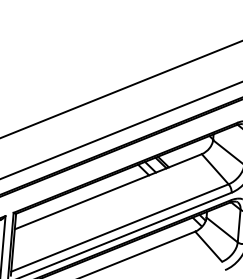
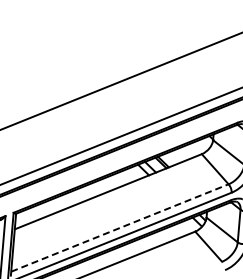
line at (120, 89) position: (120, 89) -> (120, 81)
line at (120, 130) position: (120, 130) -> (120, 136)
line at (120, 227): solid -> dashed
